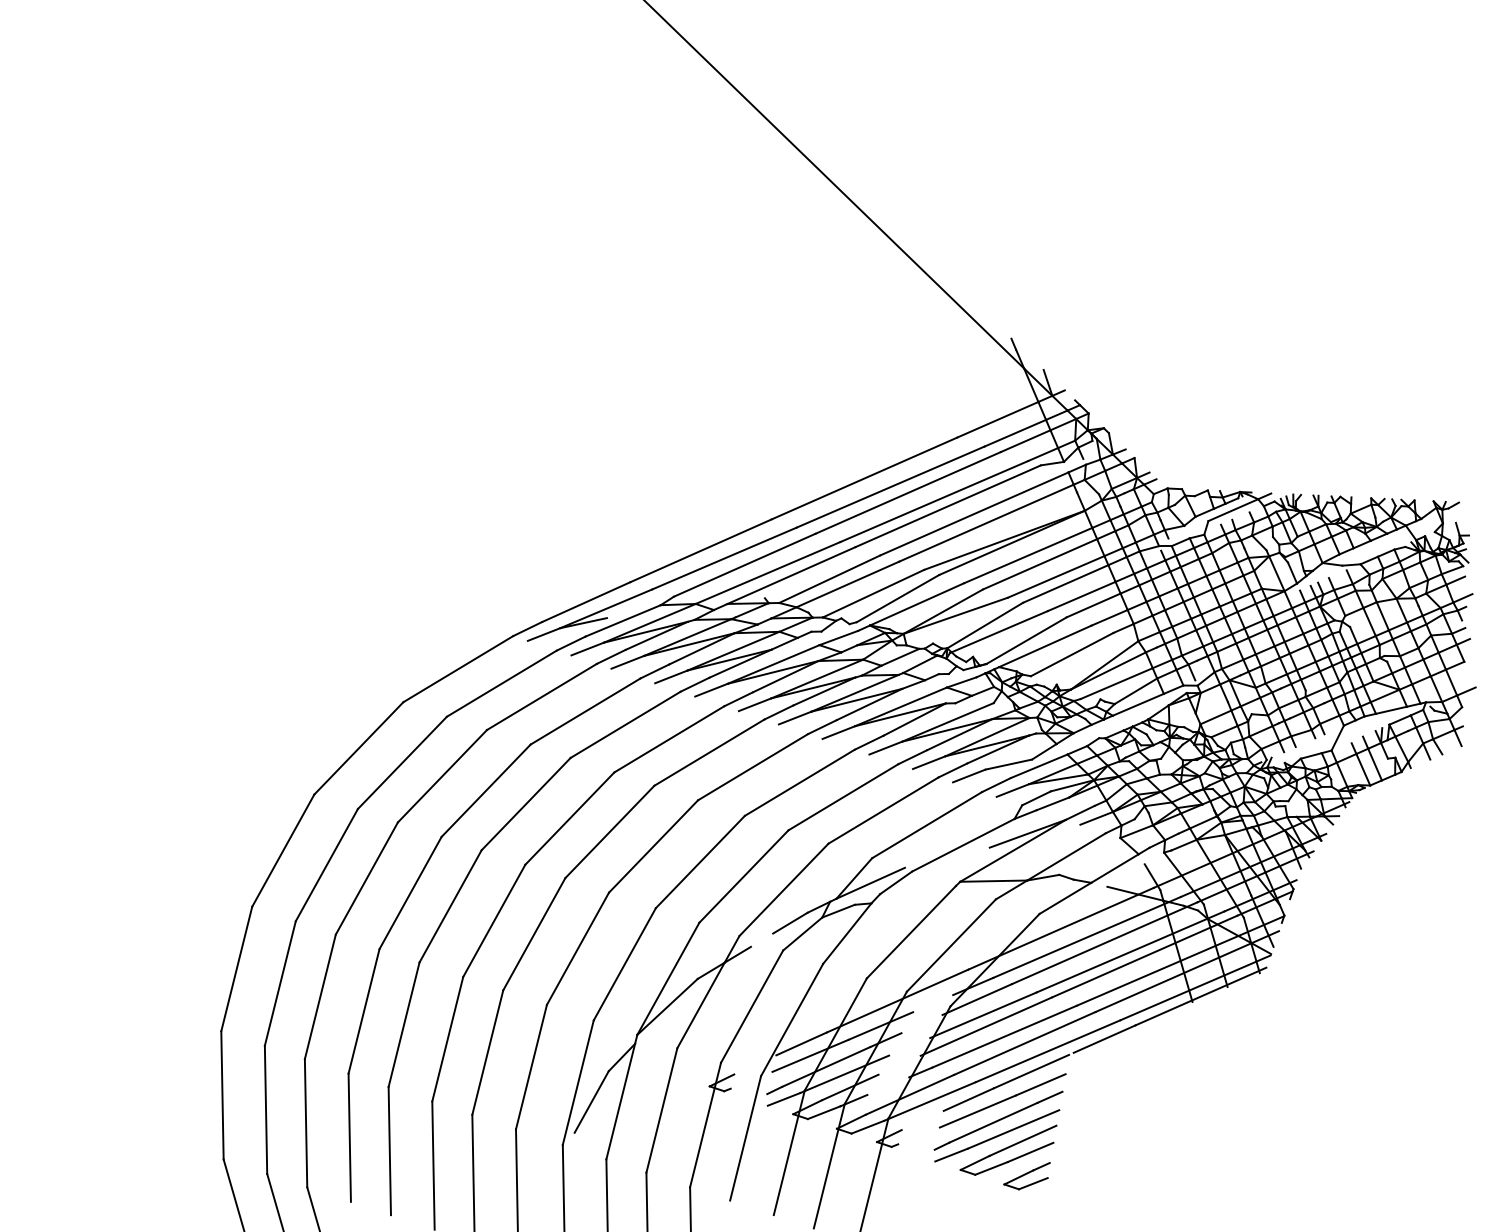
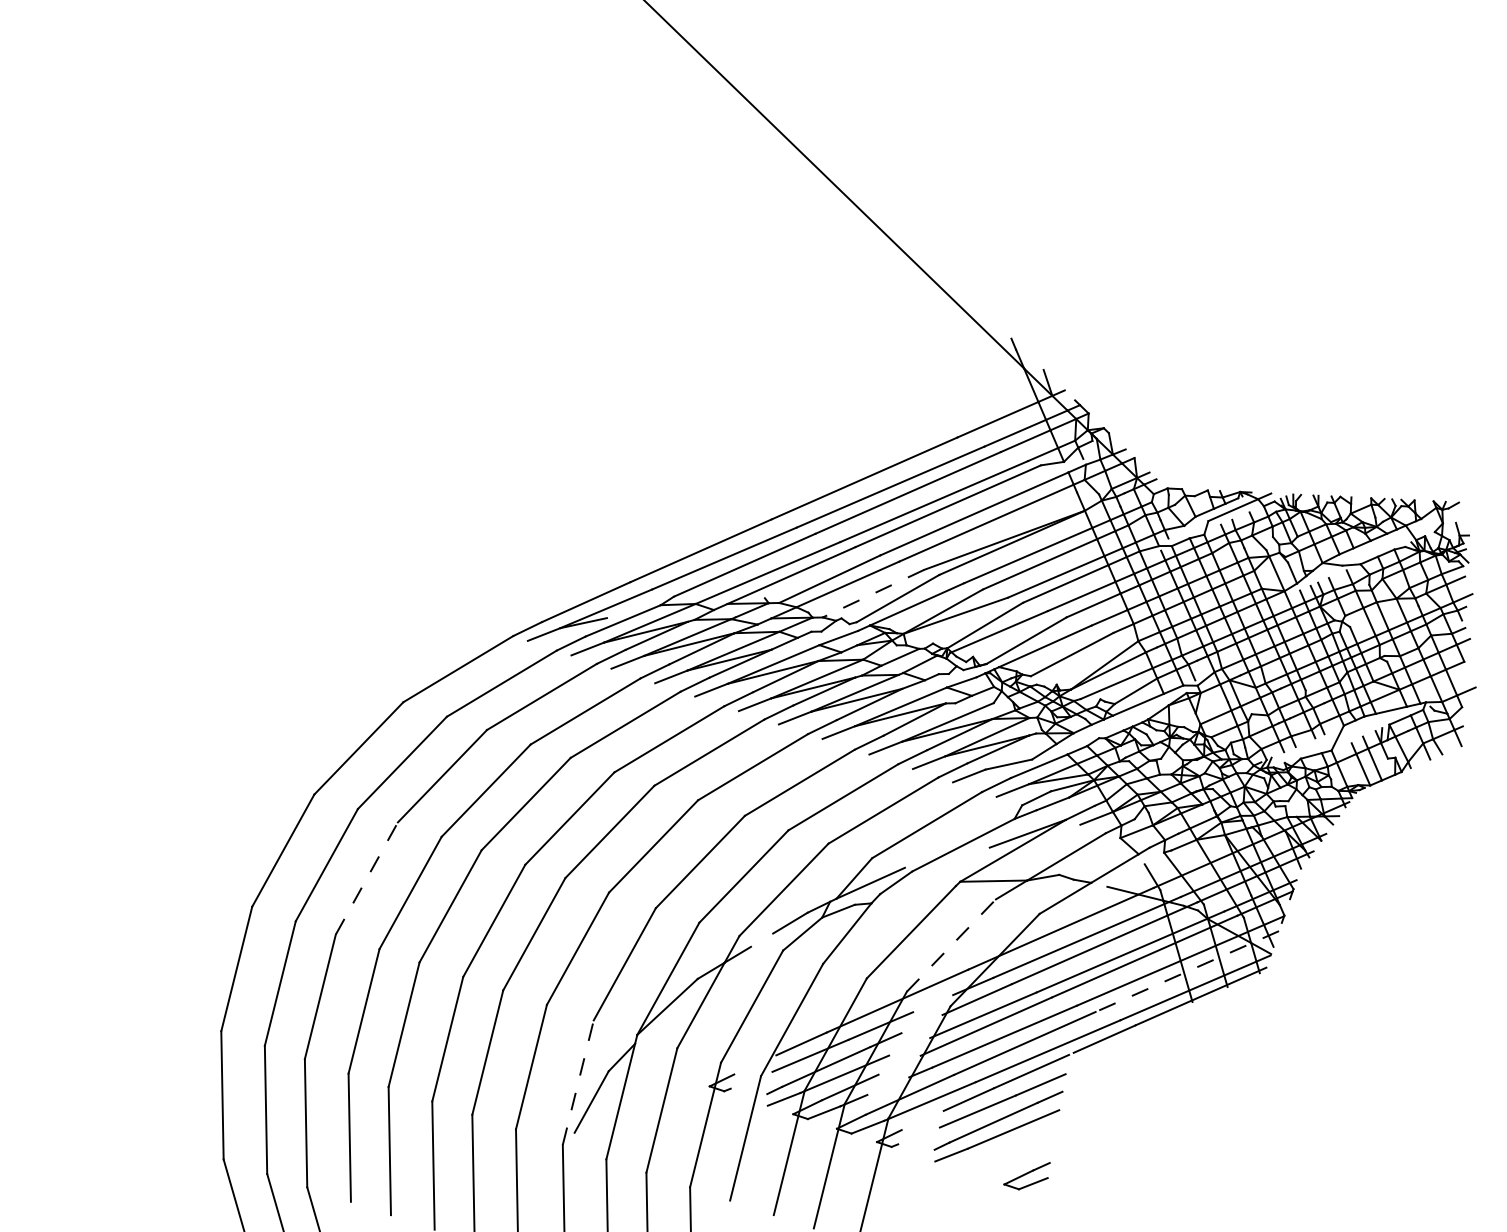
line at (873, 593): solid -> dashed
line at (367, 878): solid -> dashed
line at (951, 945): solid -> dashed
line at (1186, 971): solid -> dashed
line at (578, 1082): solid -> dashed
part at (1008, 1149): present -> none
